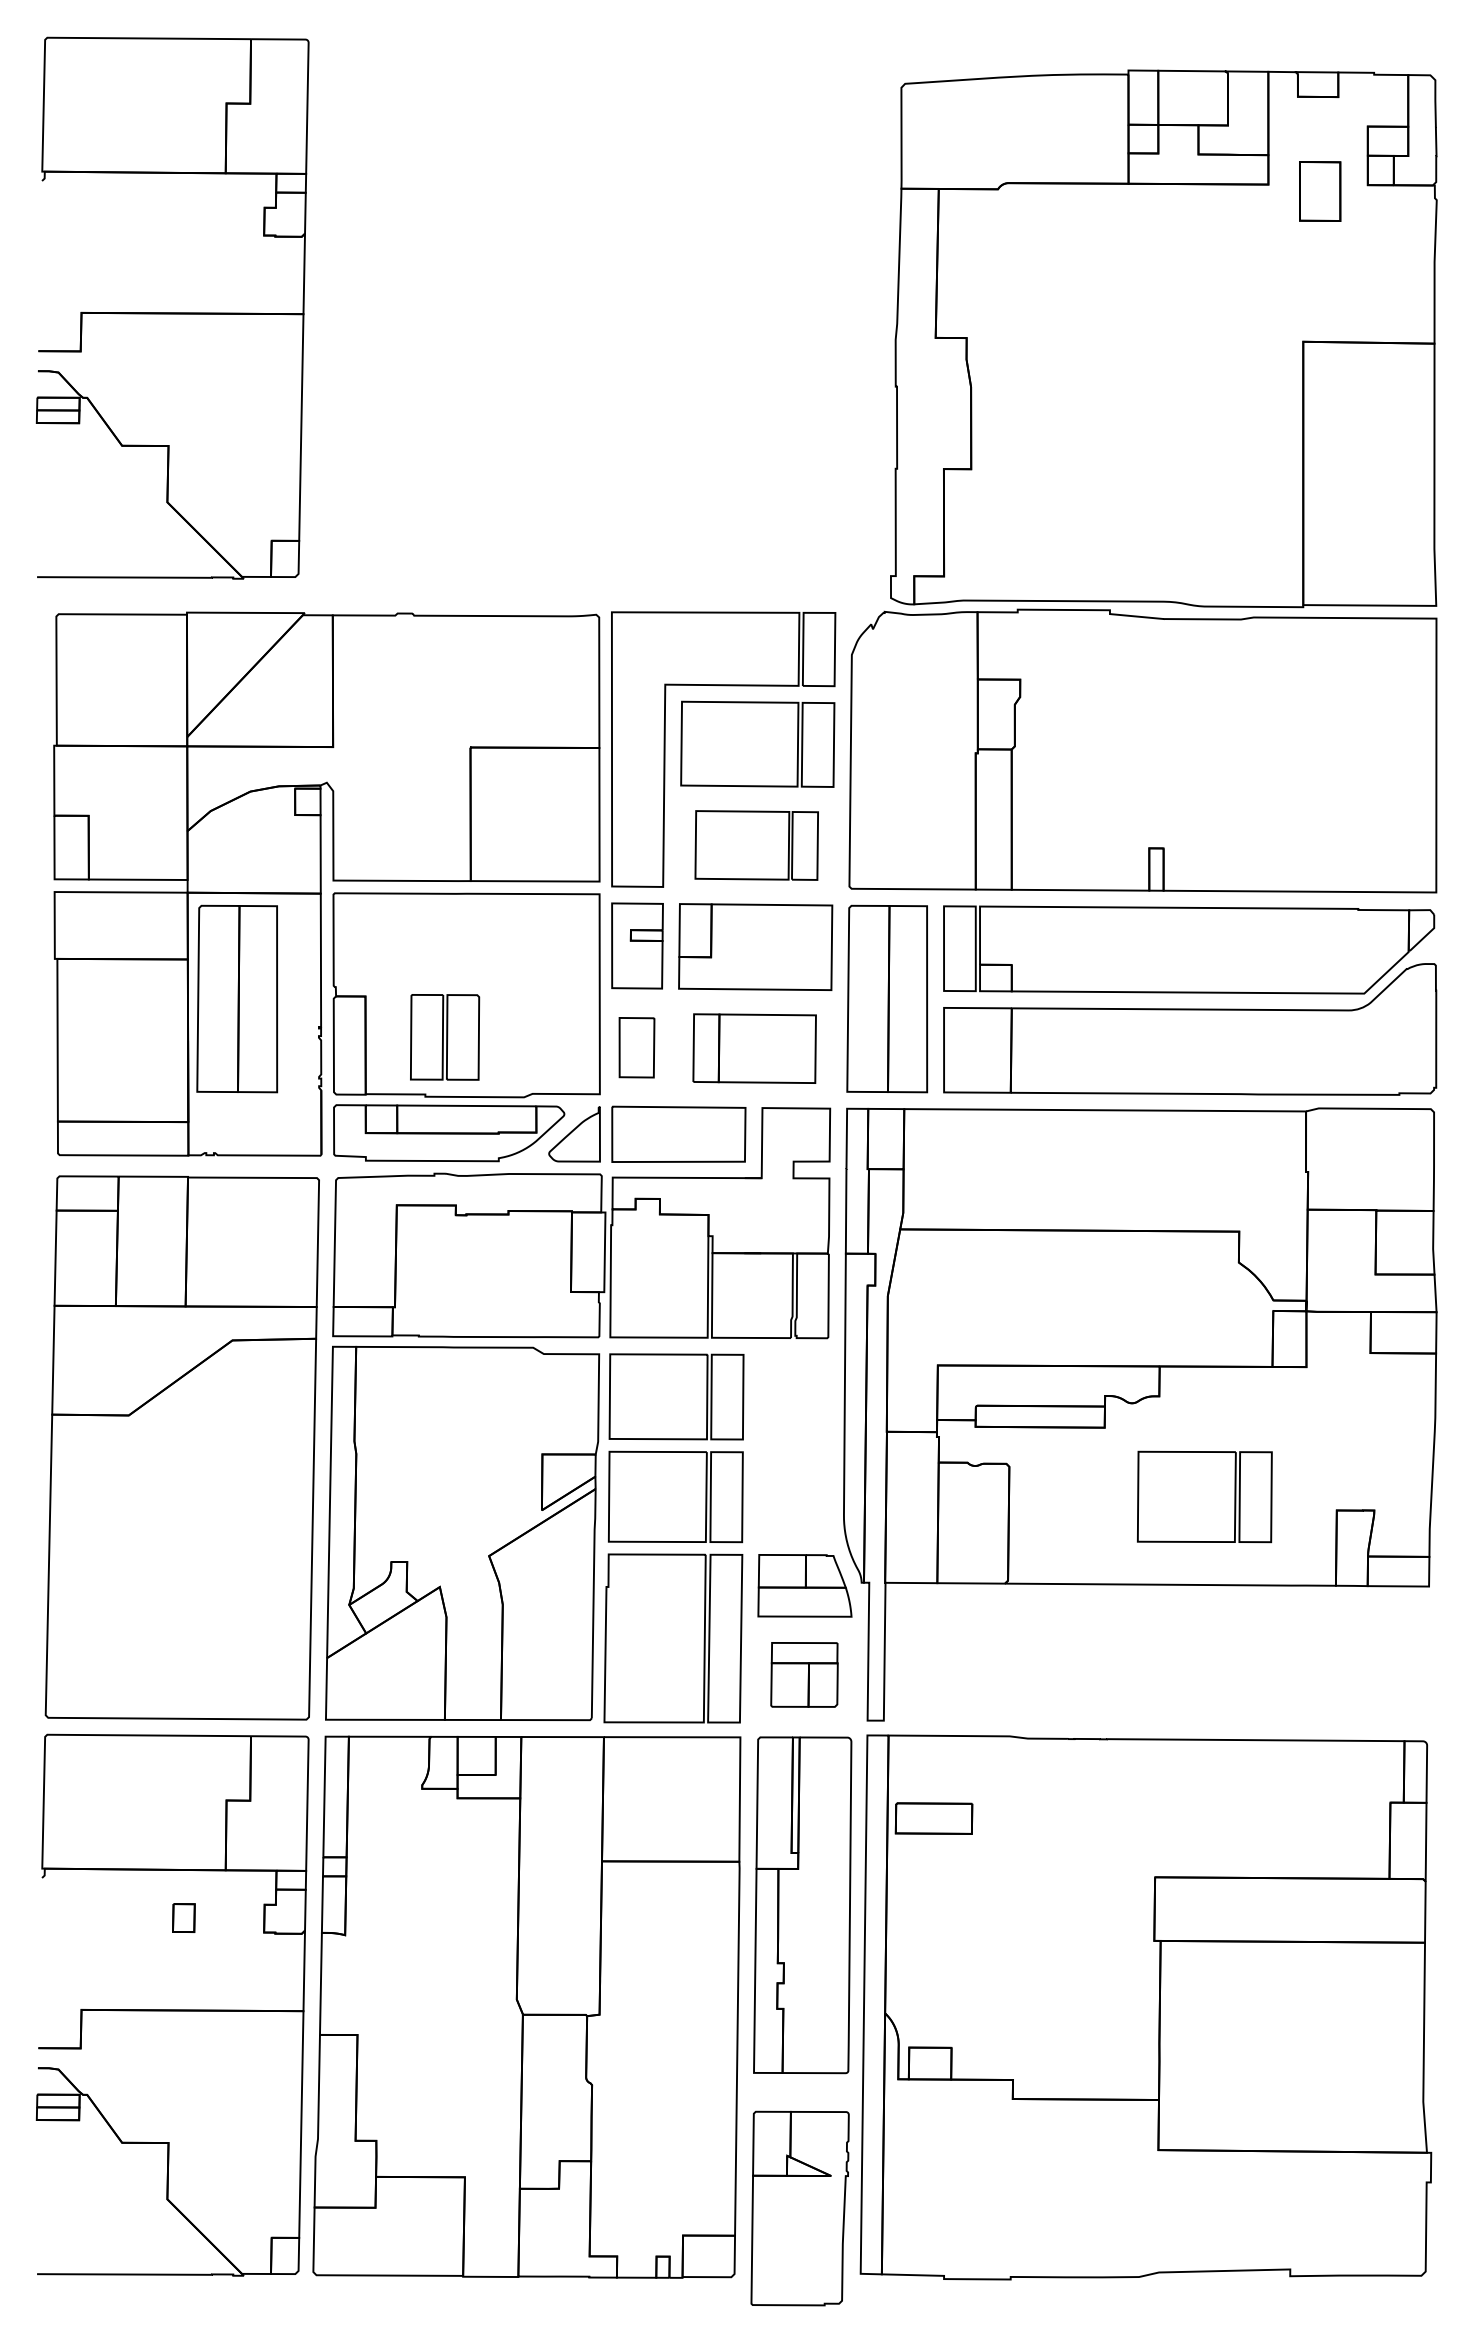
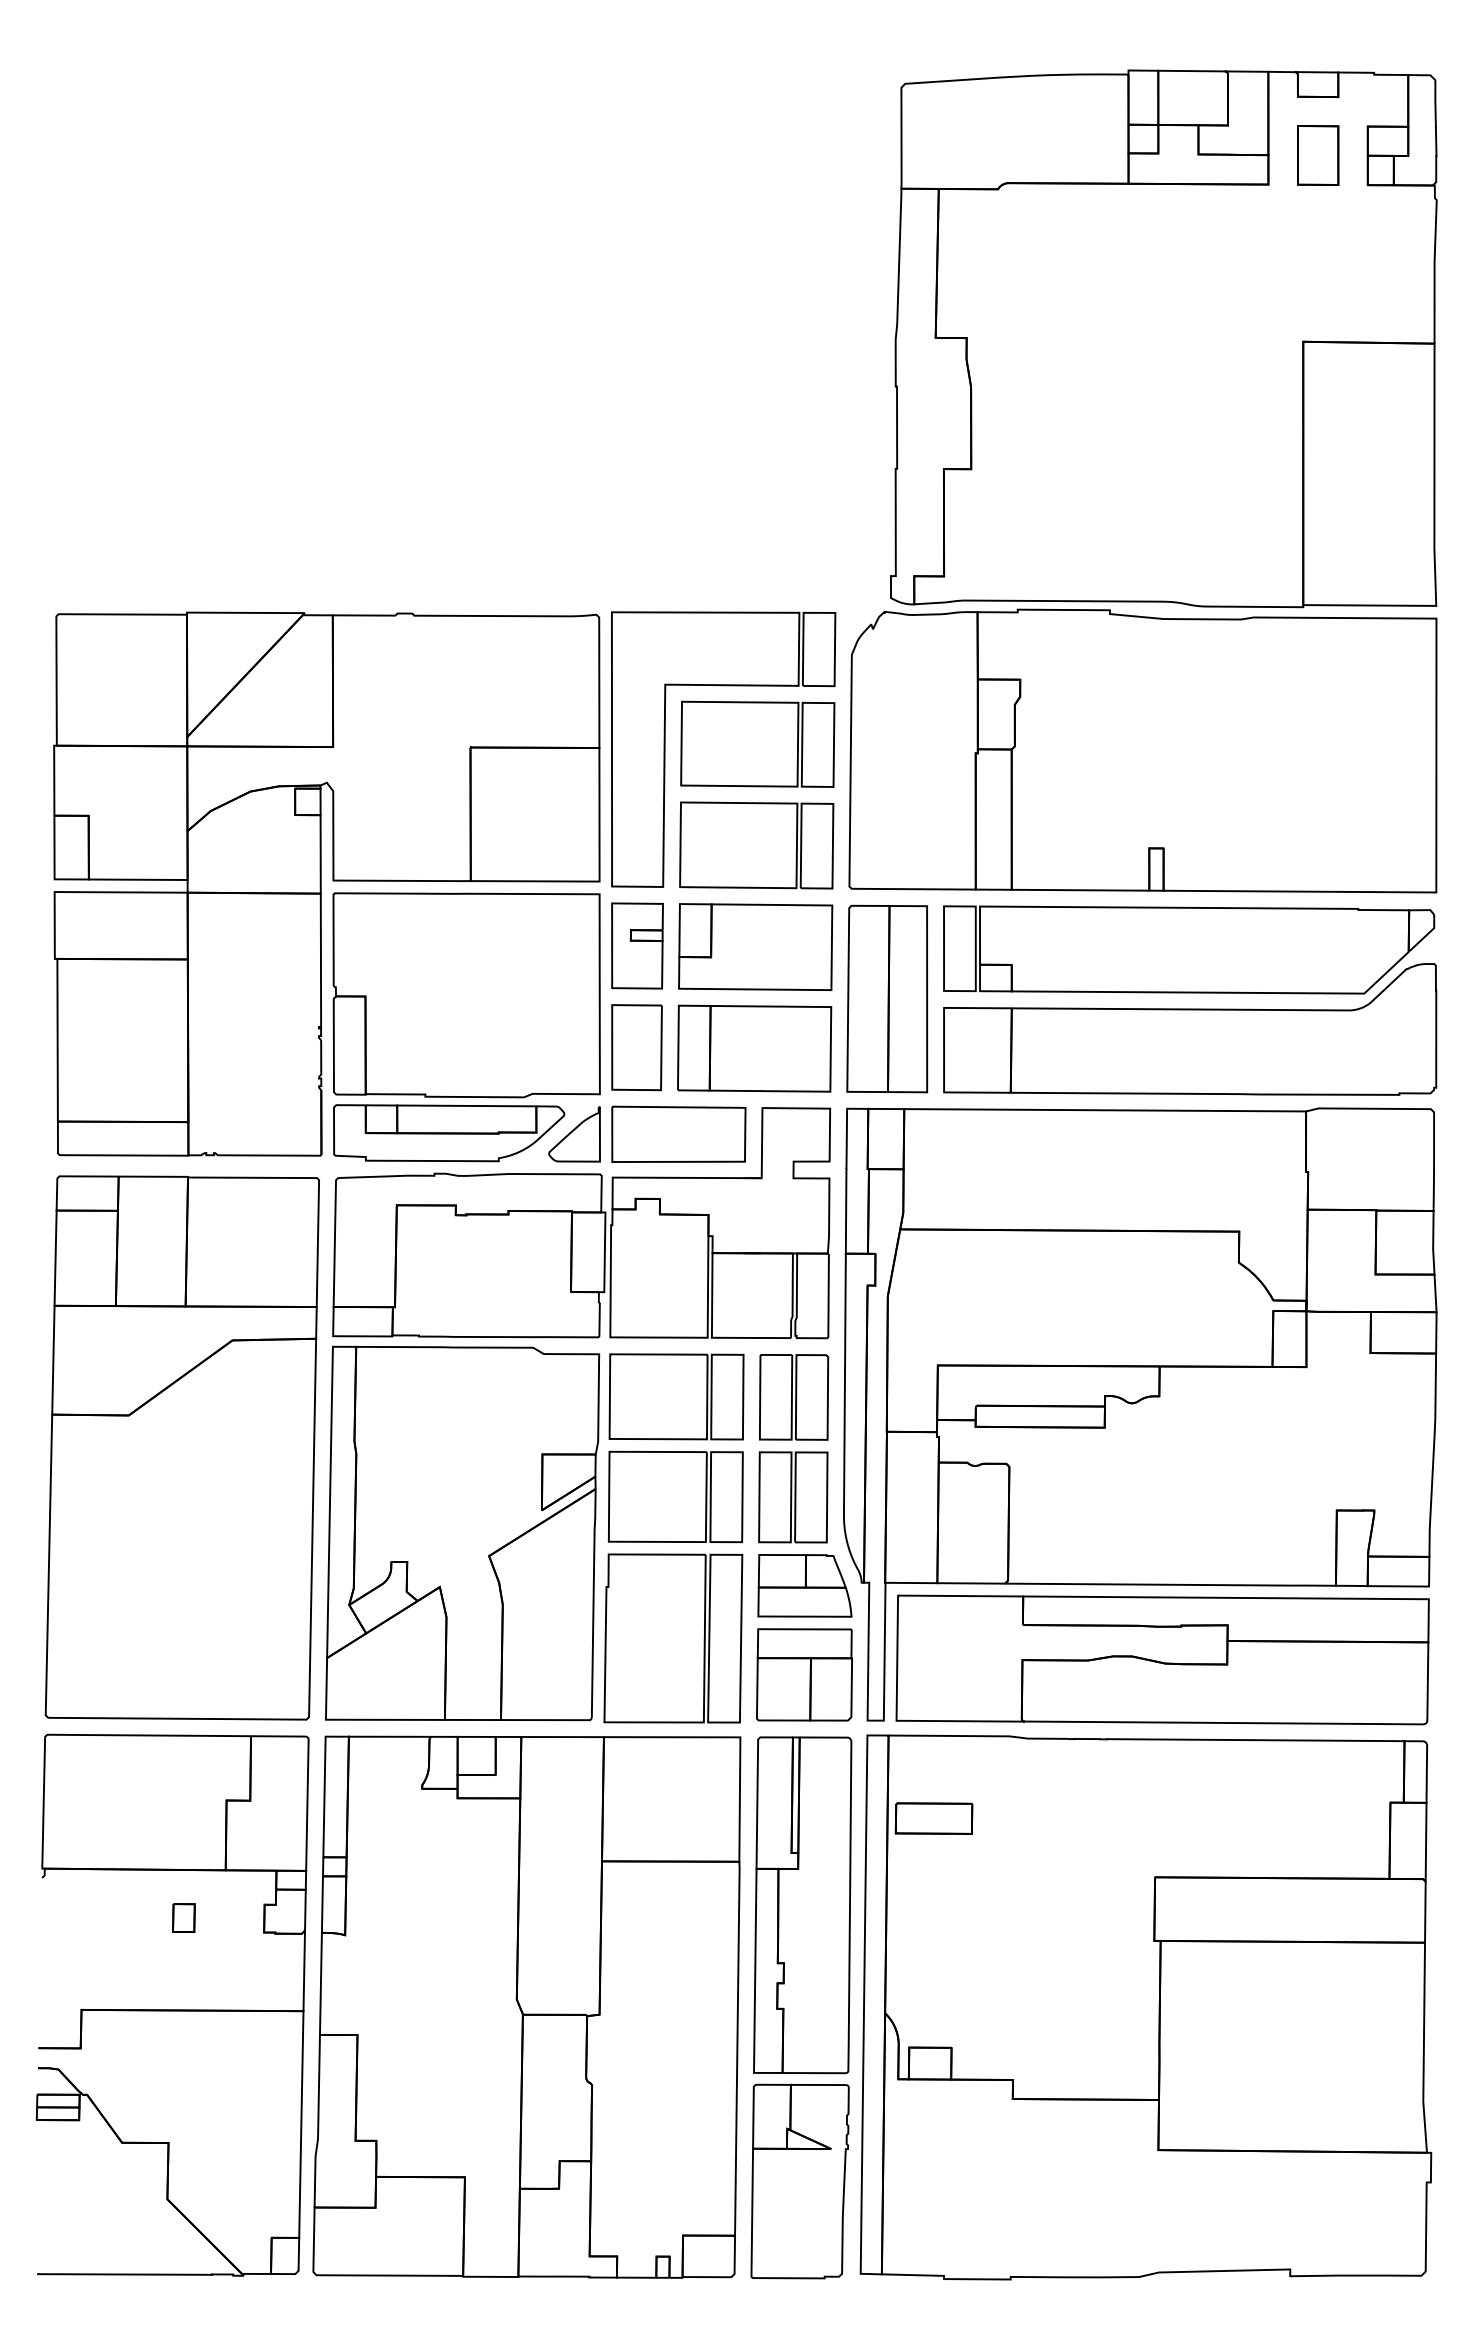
part at (1320, 191) position: (1320, 191) -> (1318, 155)
part at (172, 307): present -> none
part at (756, 845) size: 125x71 px -> 156x89 px
part at (237, 998): present -> none
part at (445, 1037) position: (445, 1037) -> (794, 1397)
part at (636, 1047) size: 38x62 px -> 52x88 px
part at (754, 1048) size: 125x71 px -> 156x89 px
part at (1204, 1496): present -> none
part at (793, 1497): none -> present
part at (1162, 1659): none -> present
part at (804, 1674) size: 69x66 px -> 97x94 px
part at (799, 2208) position: (799, 2208) -> (799, 2181)
